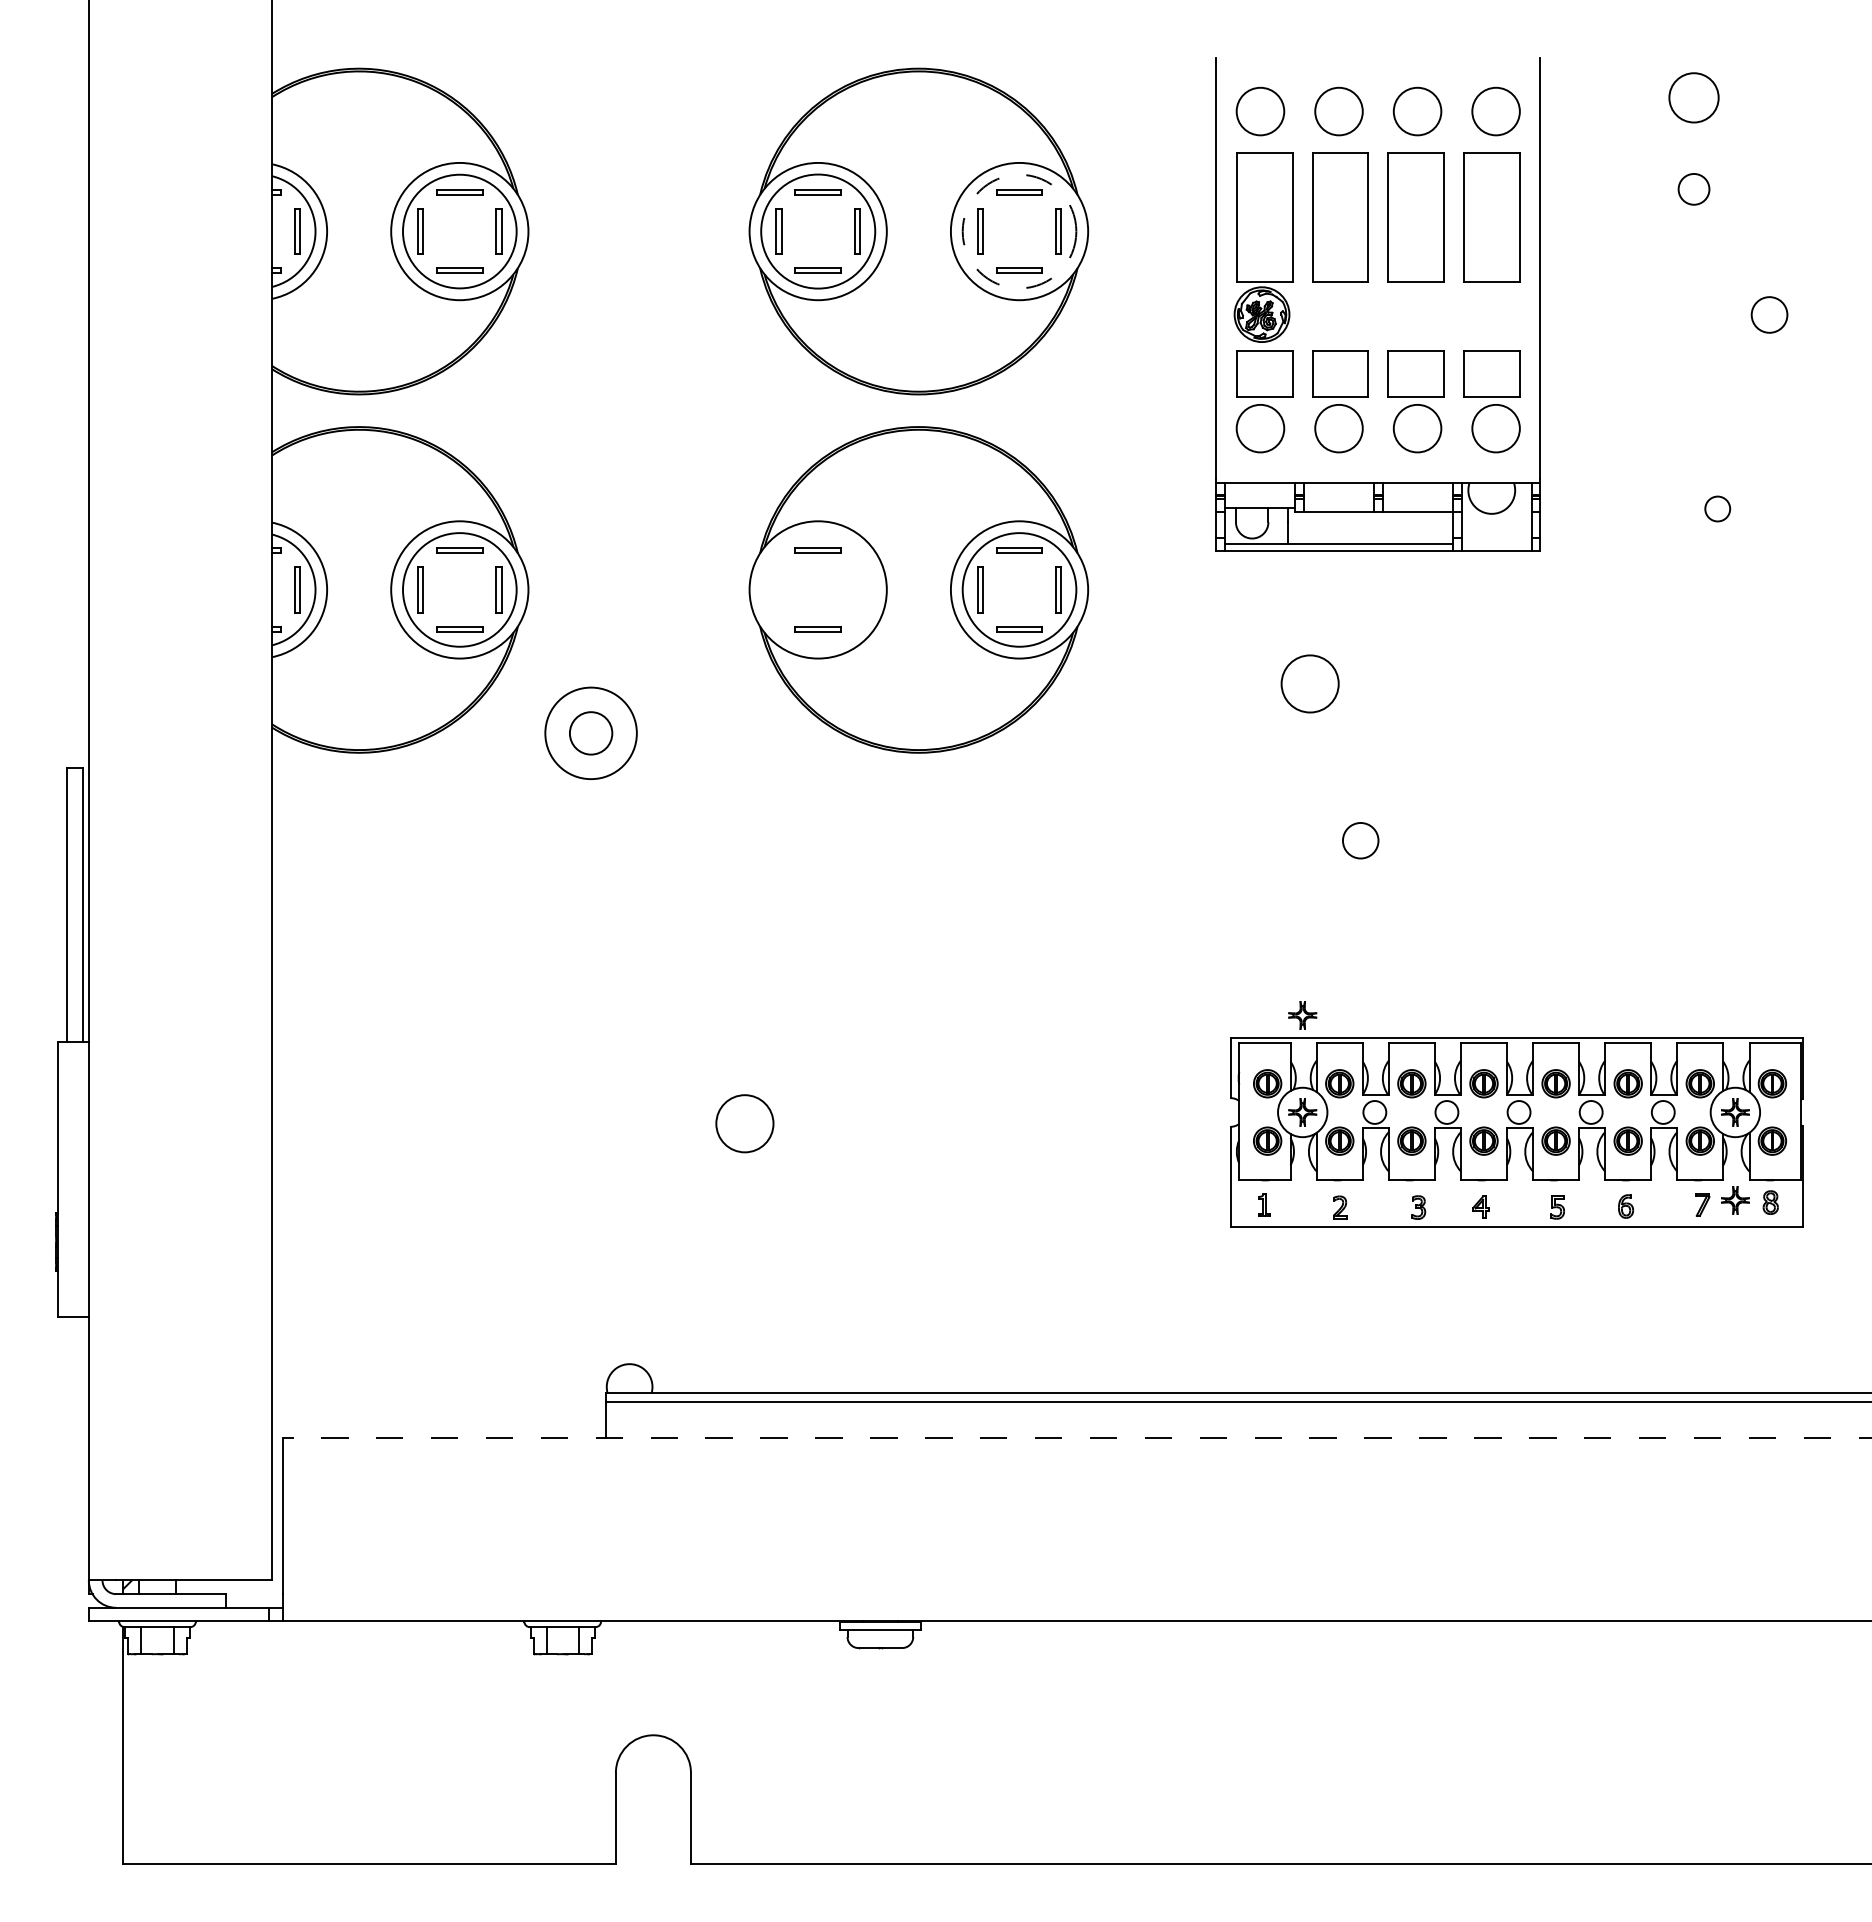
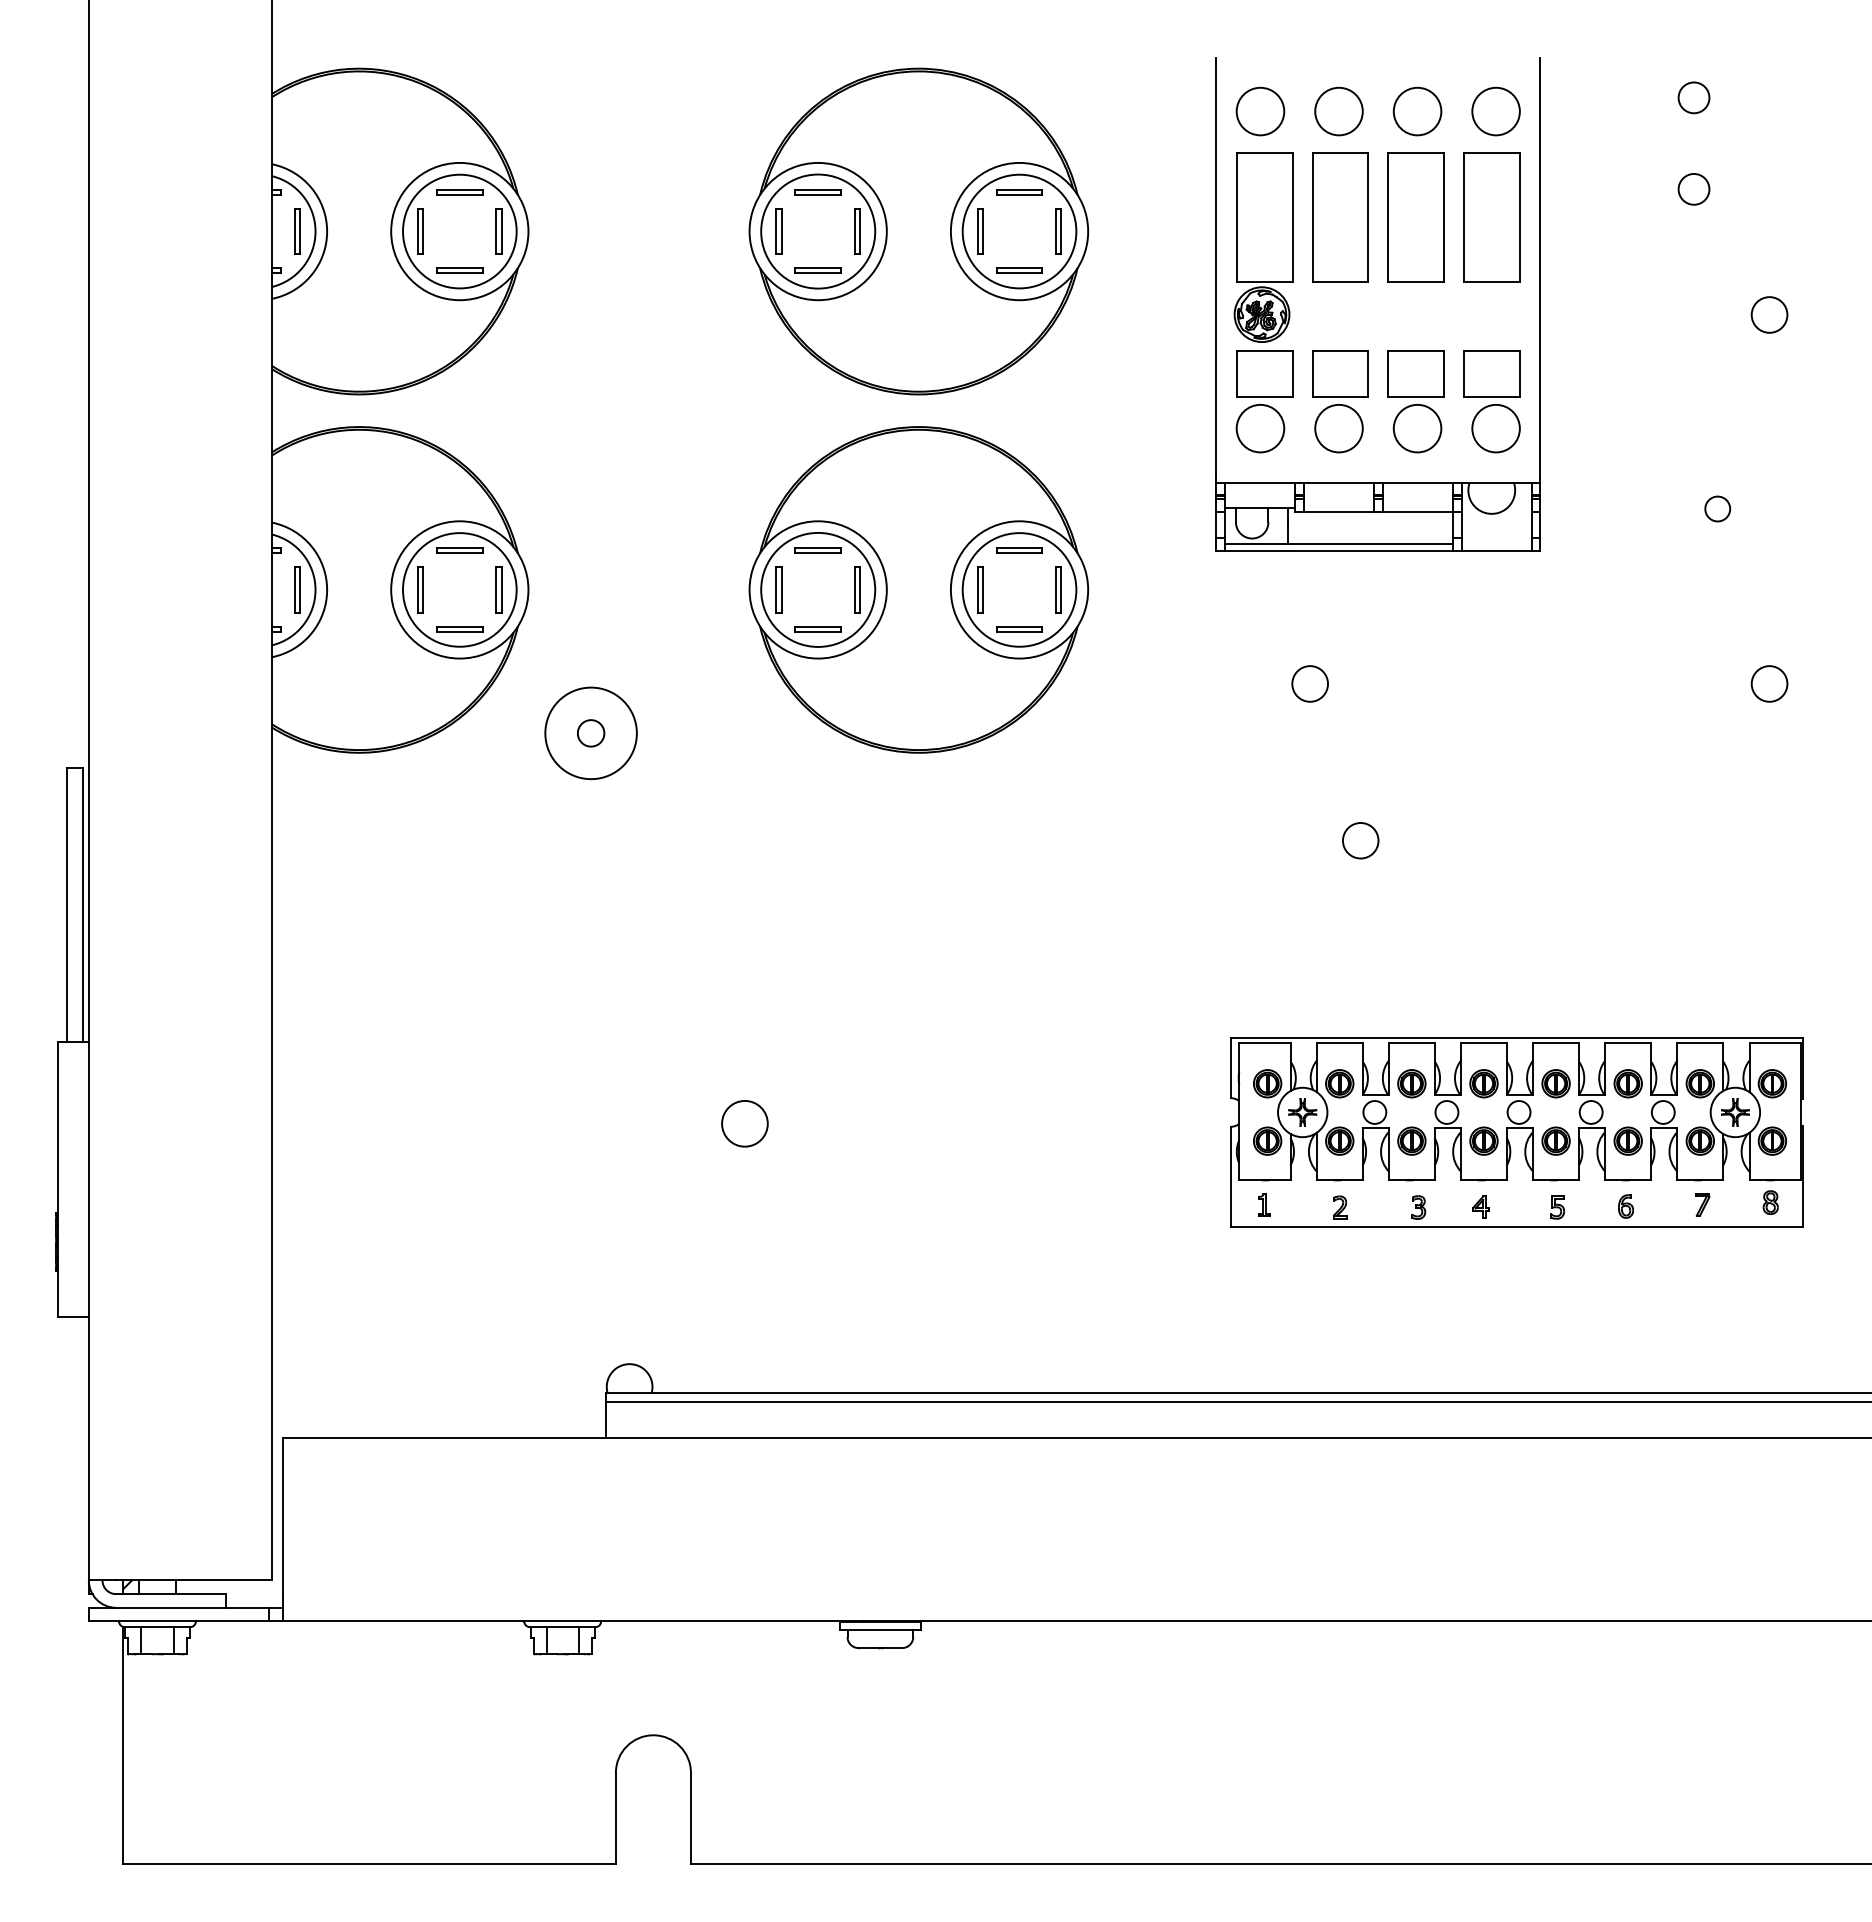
circle at (1693, 97) diameter: 49 px -> 31 px
circle at (1019, 231): dashed -> solid
part at (818, 589): none -> present
circle at (1309, 683) diameter: 57 px -> 36 px
circle at (1769, 683): none -> present
circle at (590, 733) diameter: 42 px -> 27 px
part at (1302, 1015): present -> none
circle at (744, 1123) size: 60x60 px -> 48x48 px
part at (1735, 1200): present -> none
line at (1076, 1438): dashed -> solid
